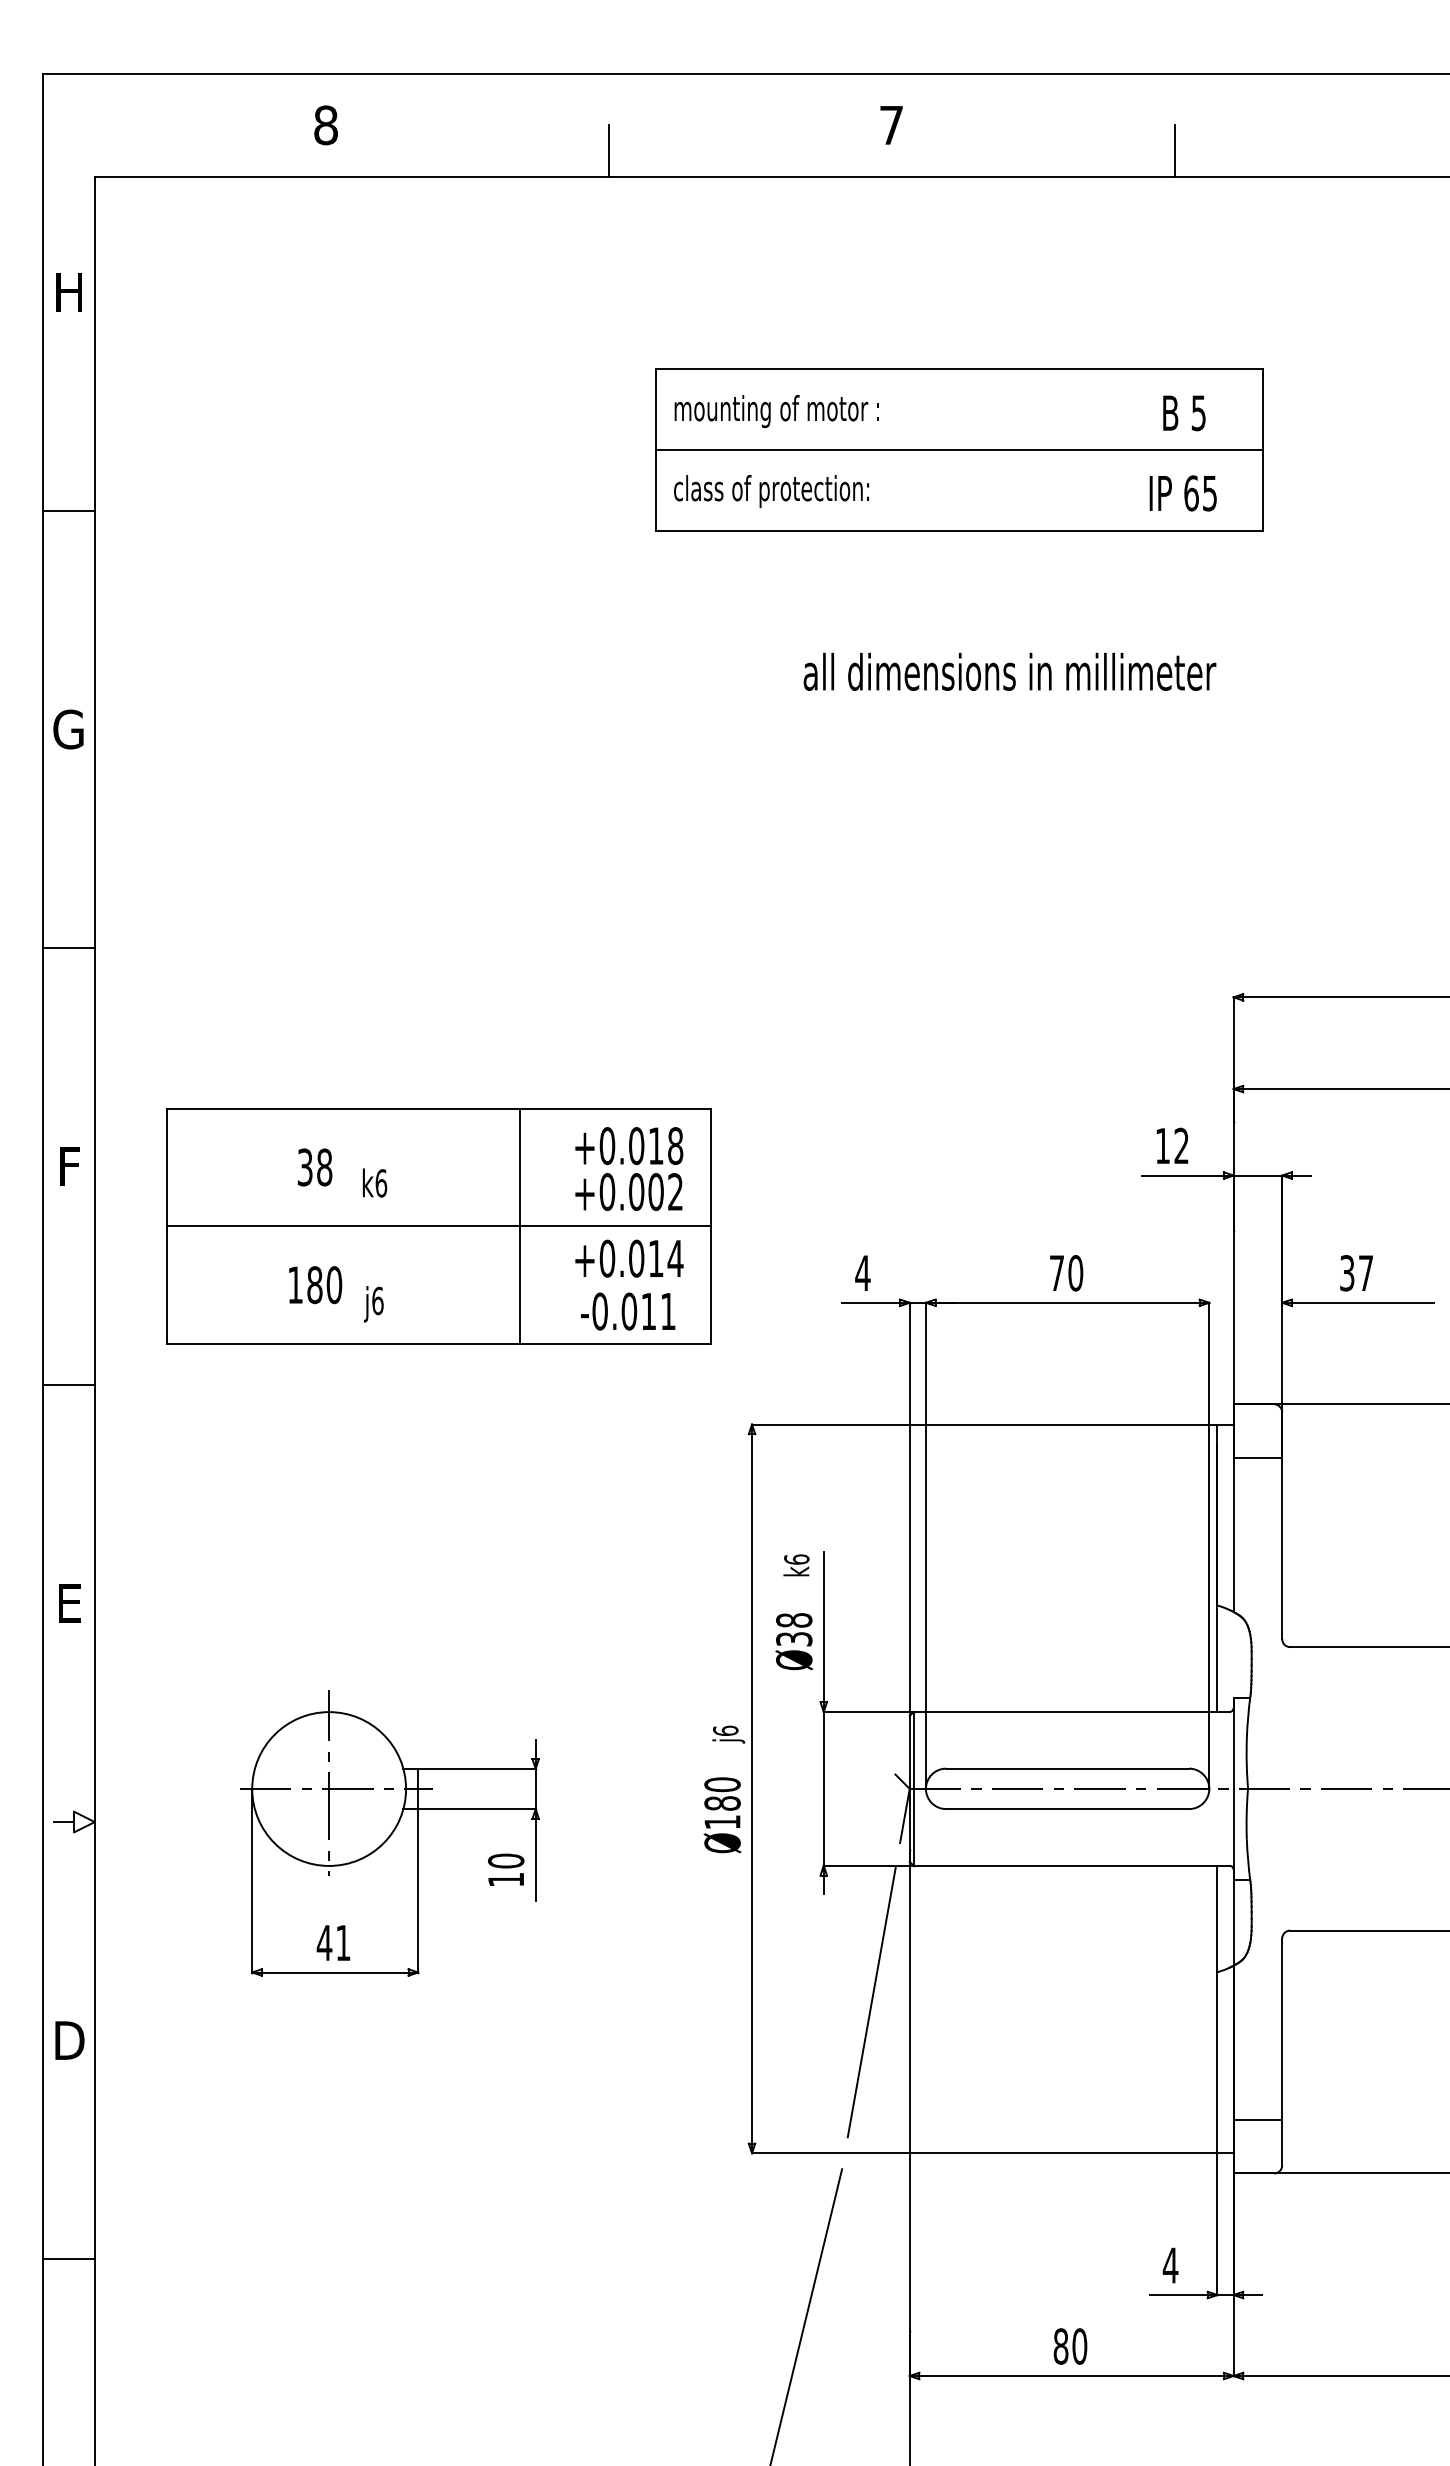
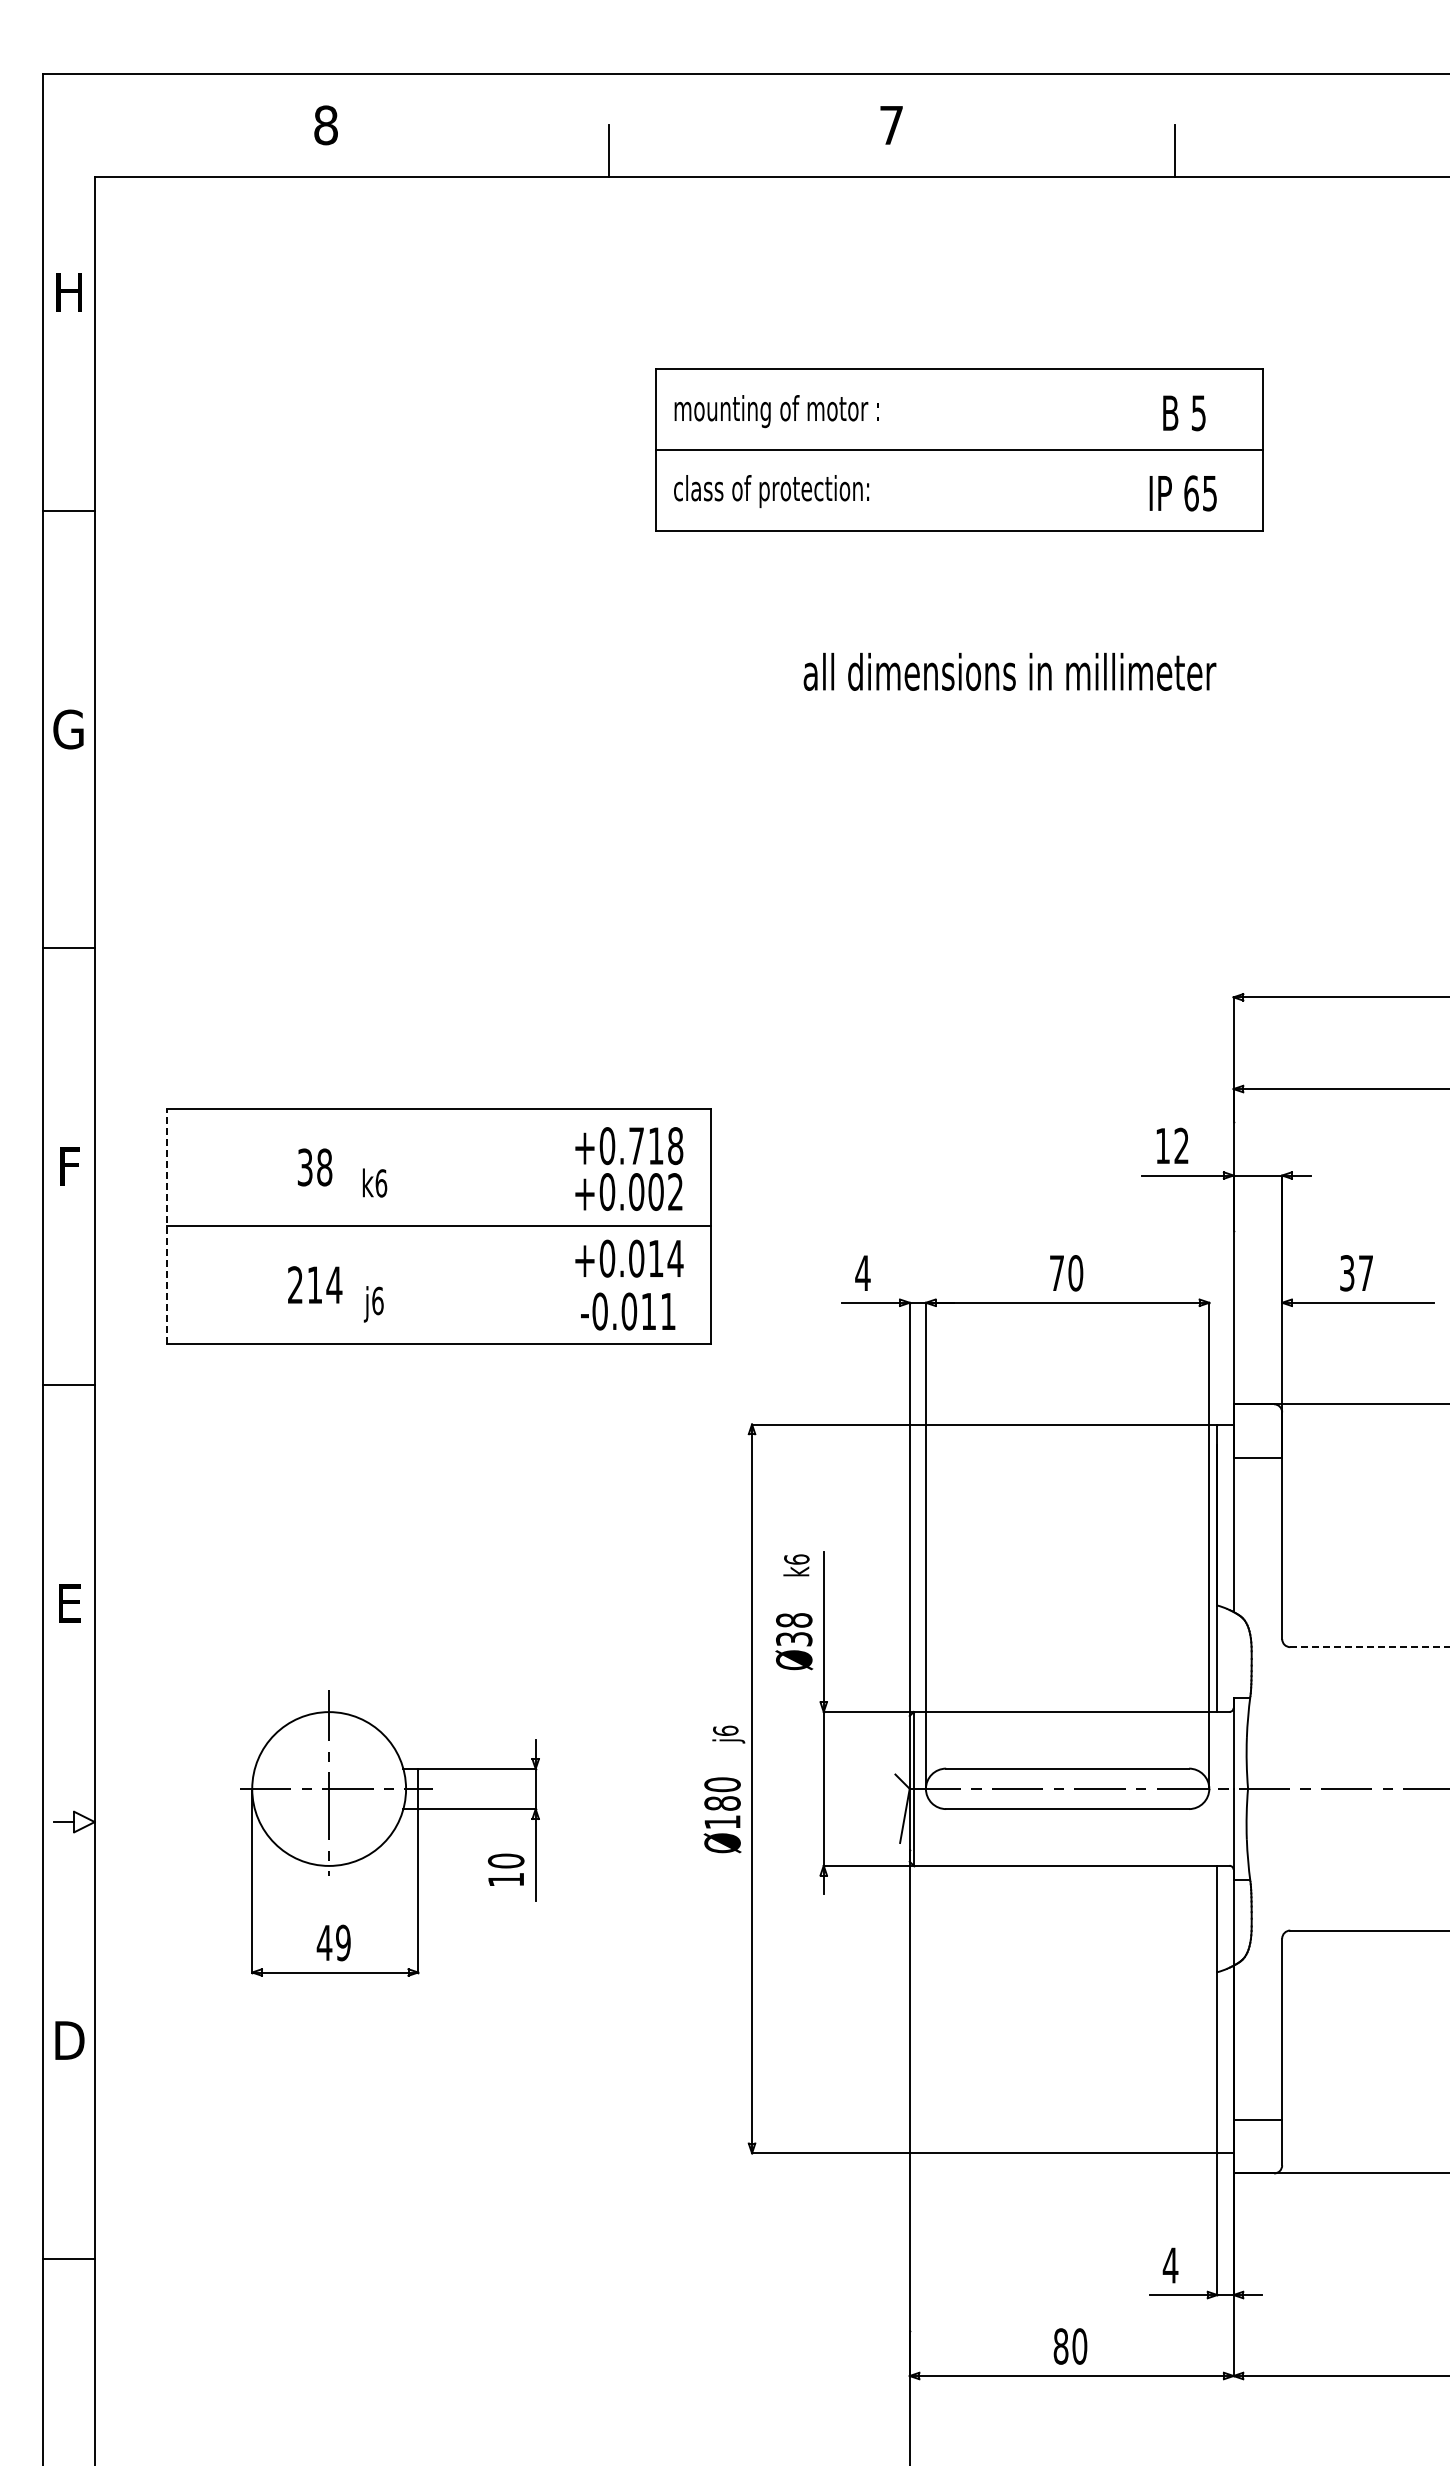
text at (636, 1146): +0.018 -> +0.718
line at (519, 1225): present -> none
line at (166, 1226): solid -> dashed
text at (315, 1285): 180 -> 214
line at (1369, 1647): solid -> dashed
text at (343, 1942): 41 -> 49
line at (871, 2001): present -> none
line at (806, 2315): present -> none
